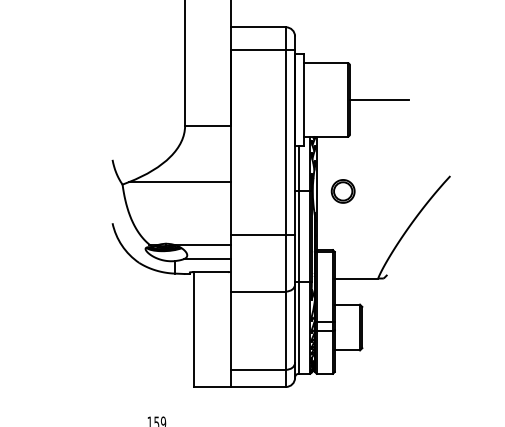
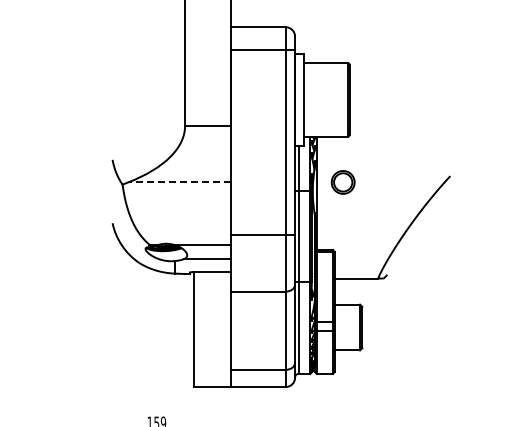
line at (379, 99): present -> none
line at (179, 182): solid -> dashed
part at (342, 191) position: (342, 191) -> (342, 182)
